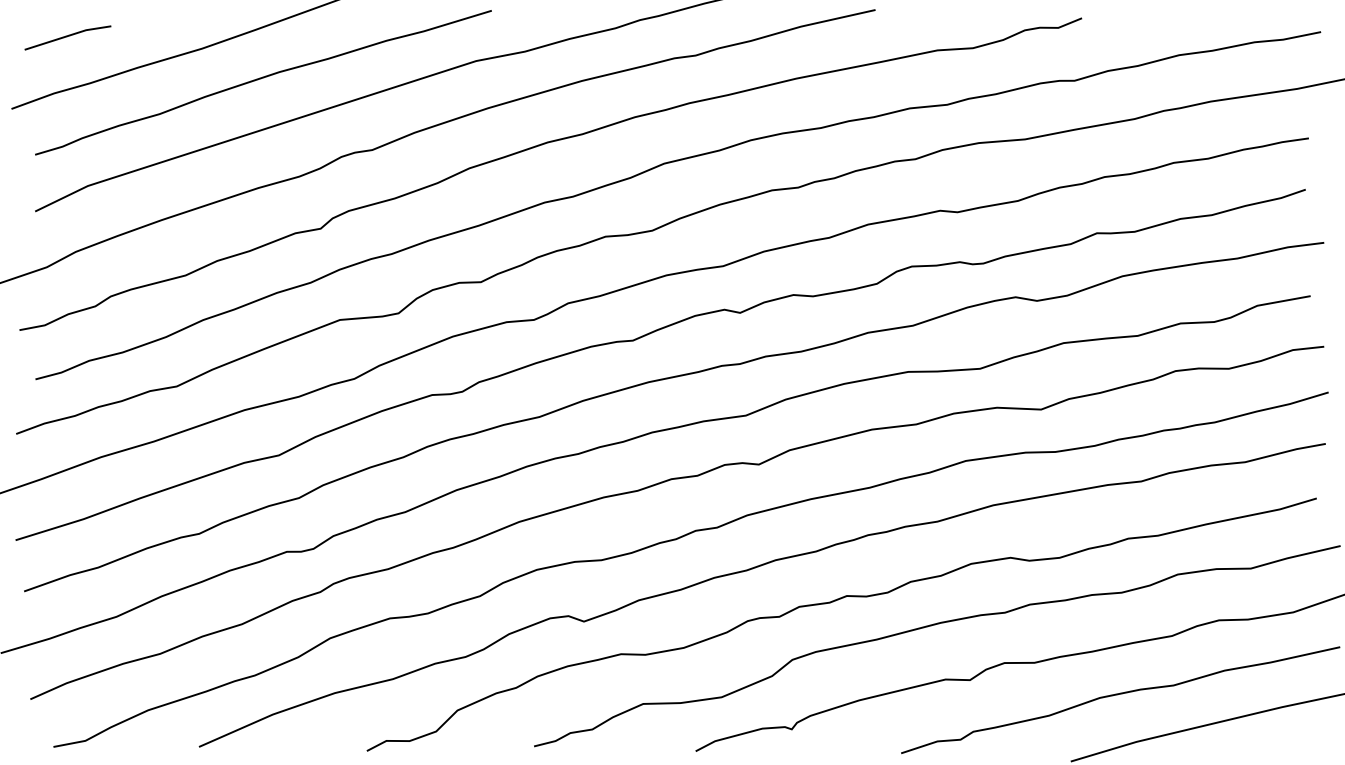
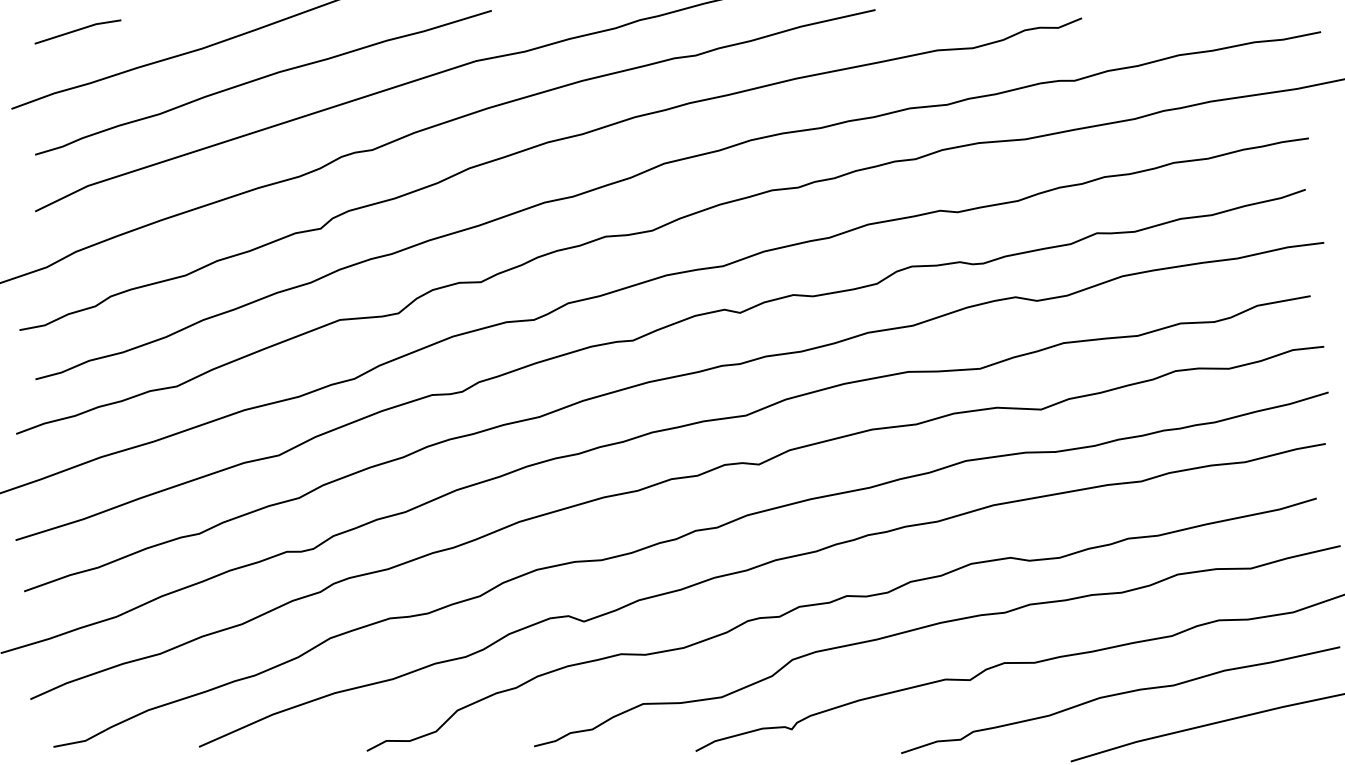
line at (67, 37) position: (67, 37) -> (77, 31)
